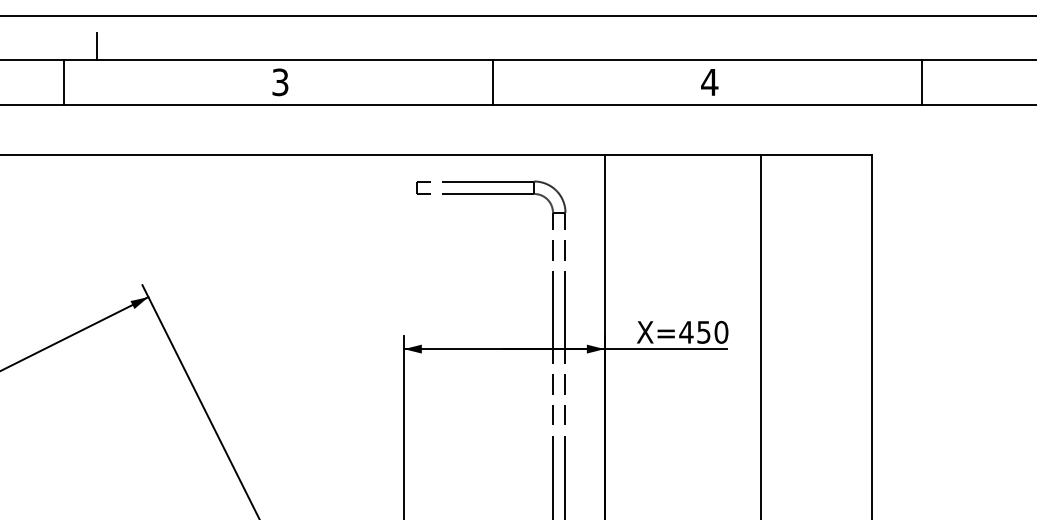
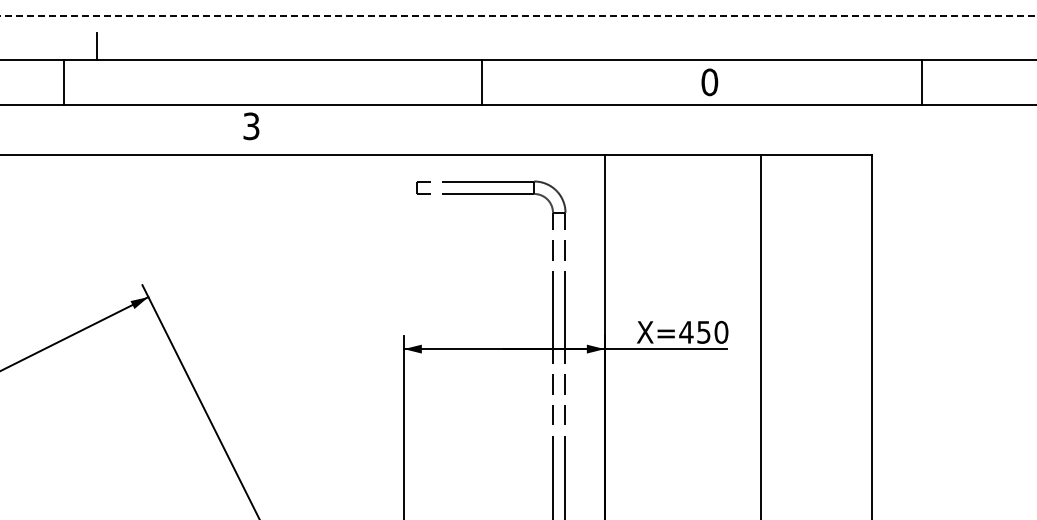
line at (518, 15): solid -> dashed
text at (280, 82) position: (280, 82) -> (251, 126)
line at (493, 82) position: (493, 82) -> (482, 82)
text at (709, 82): 4 -> 0
